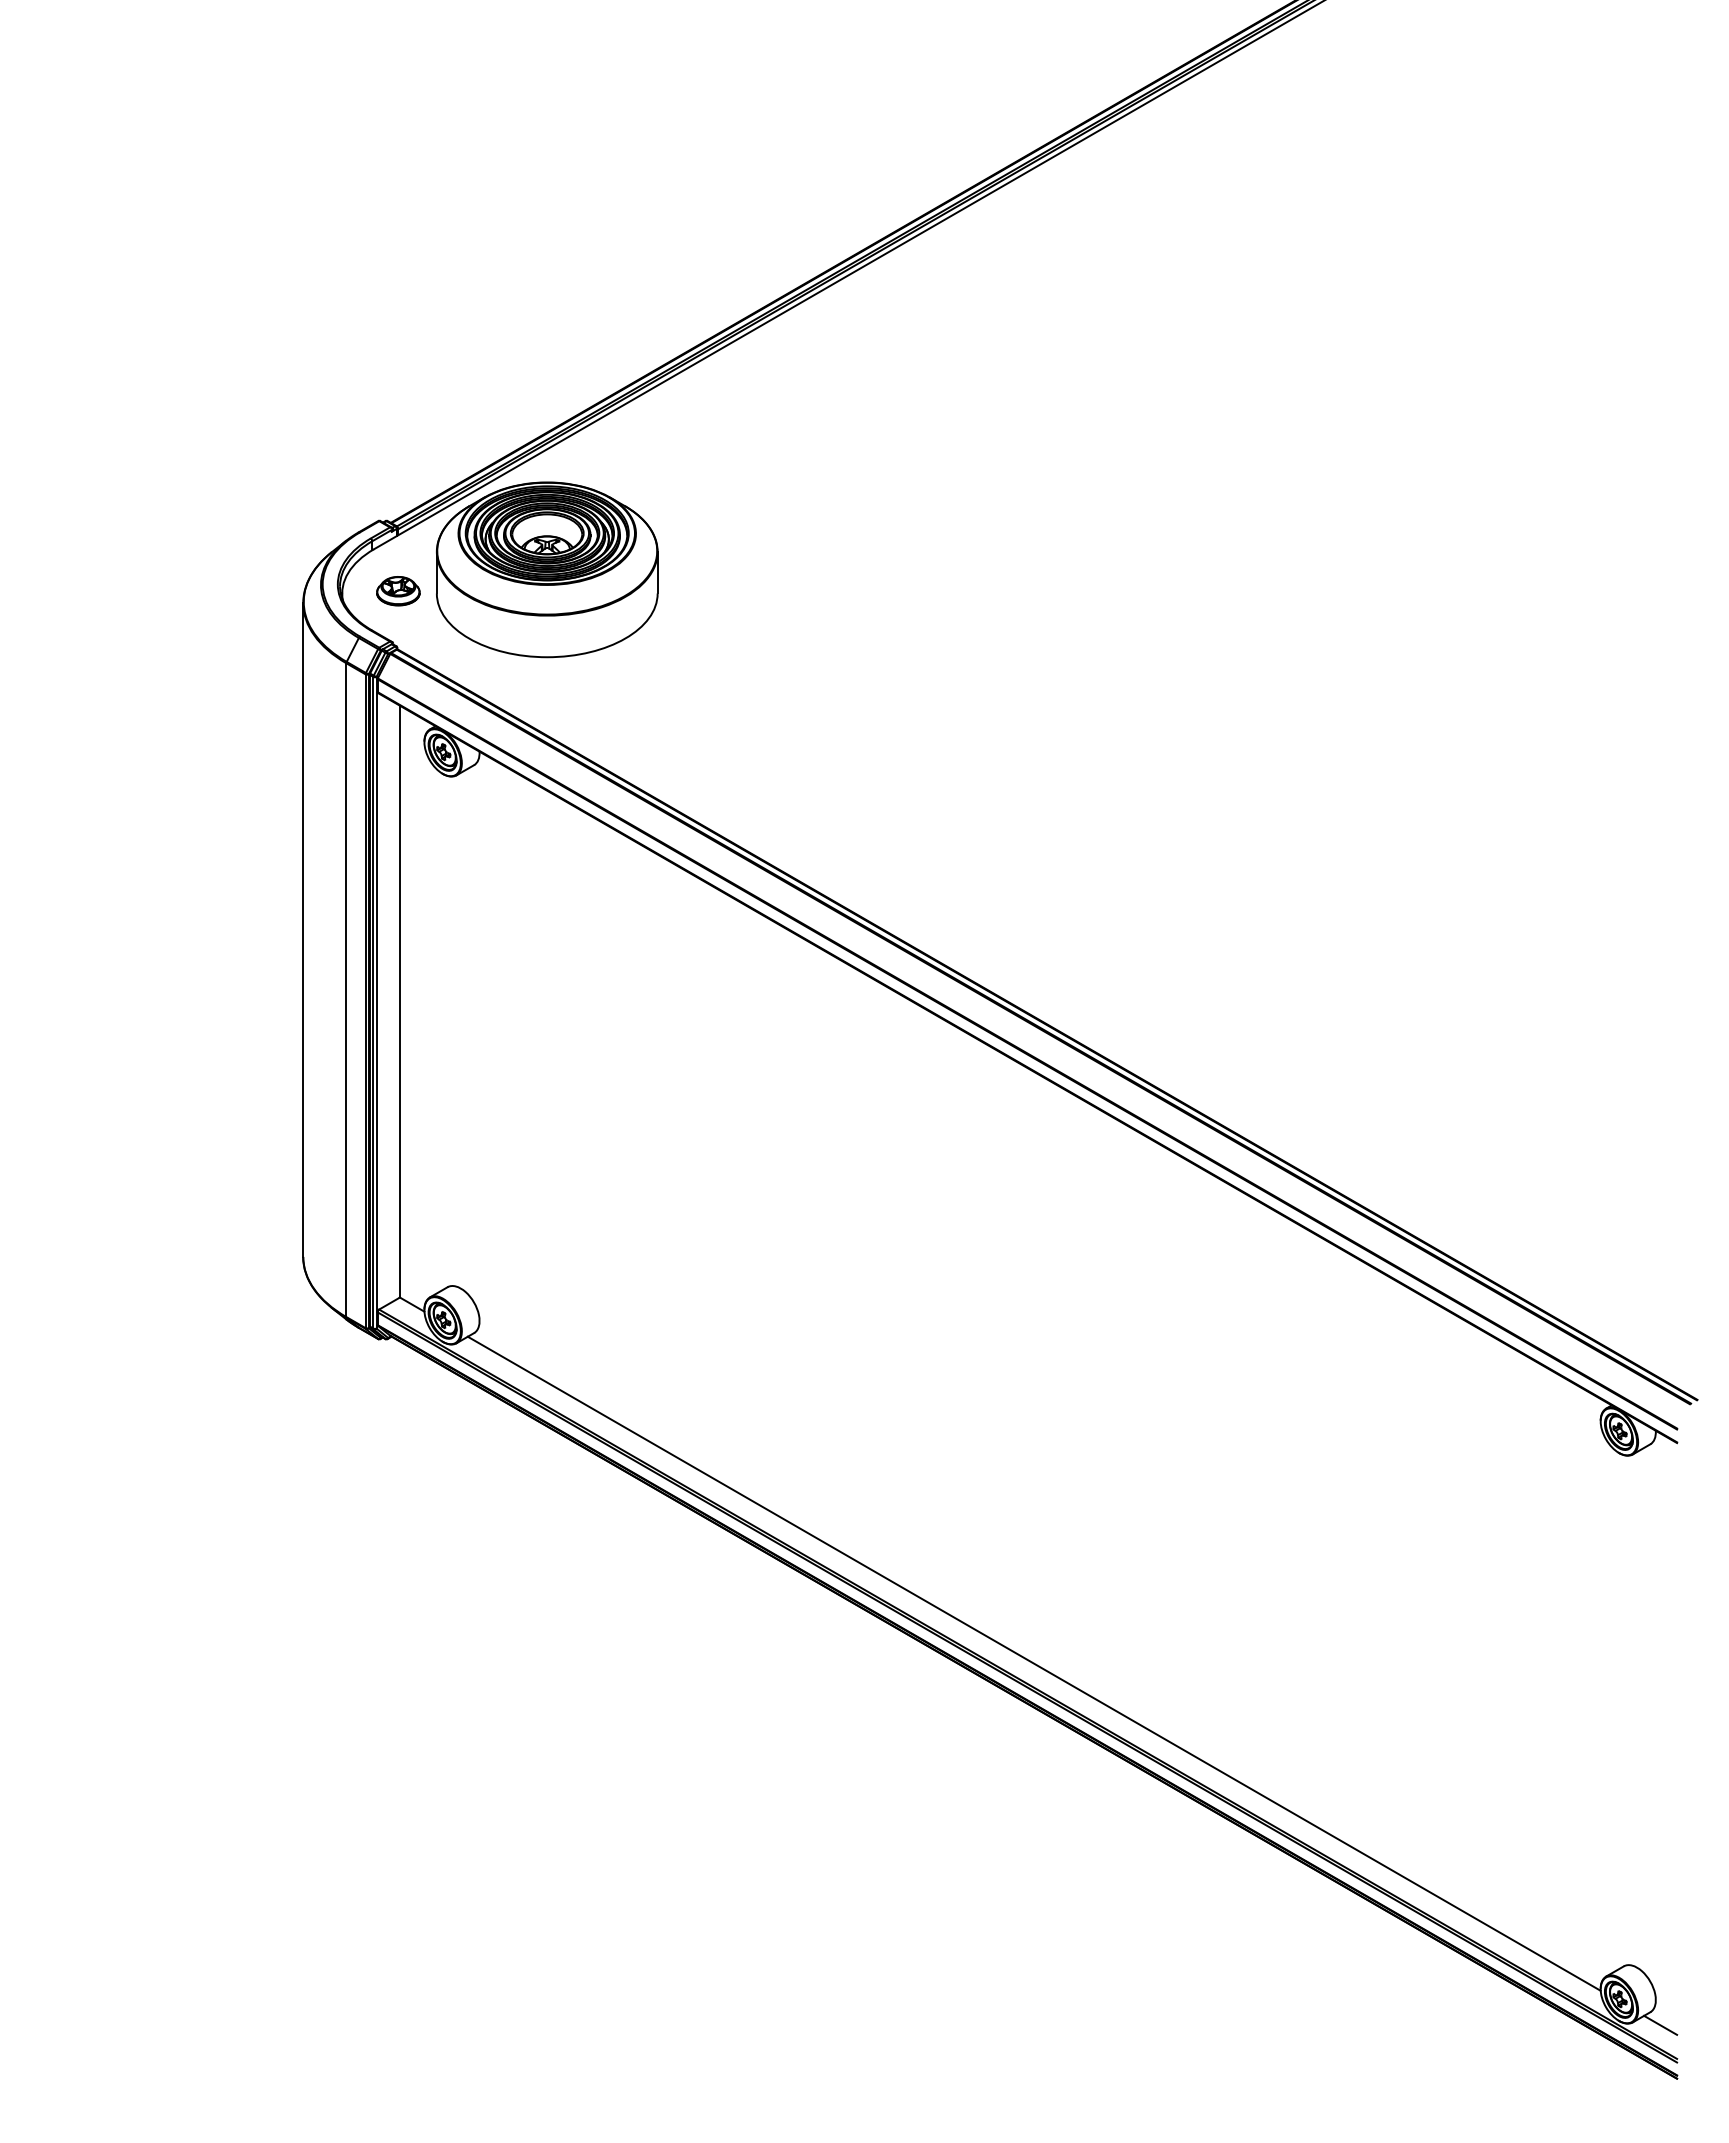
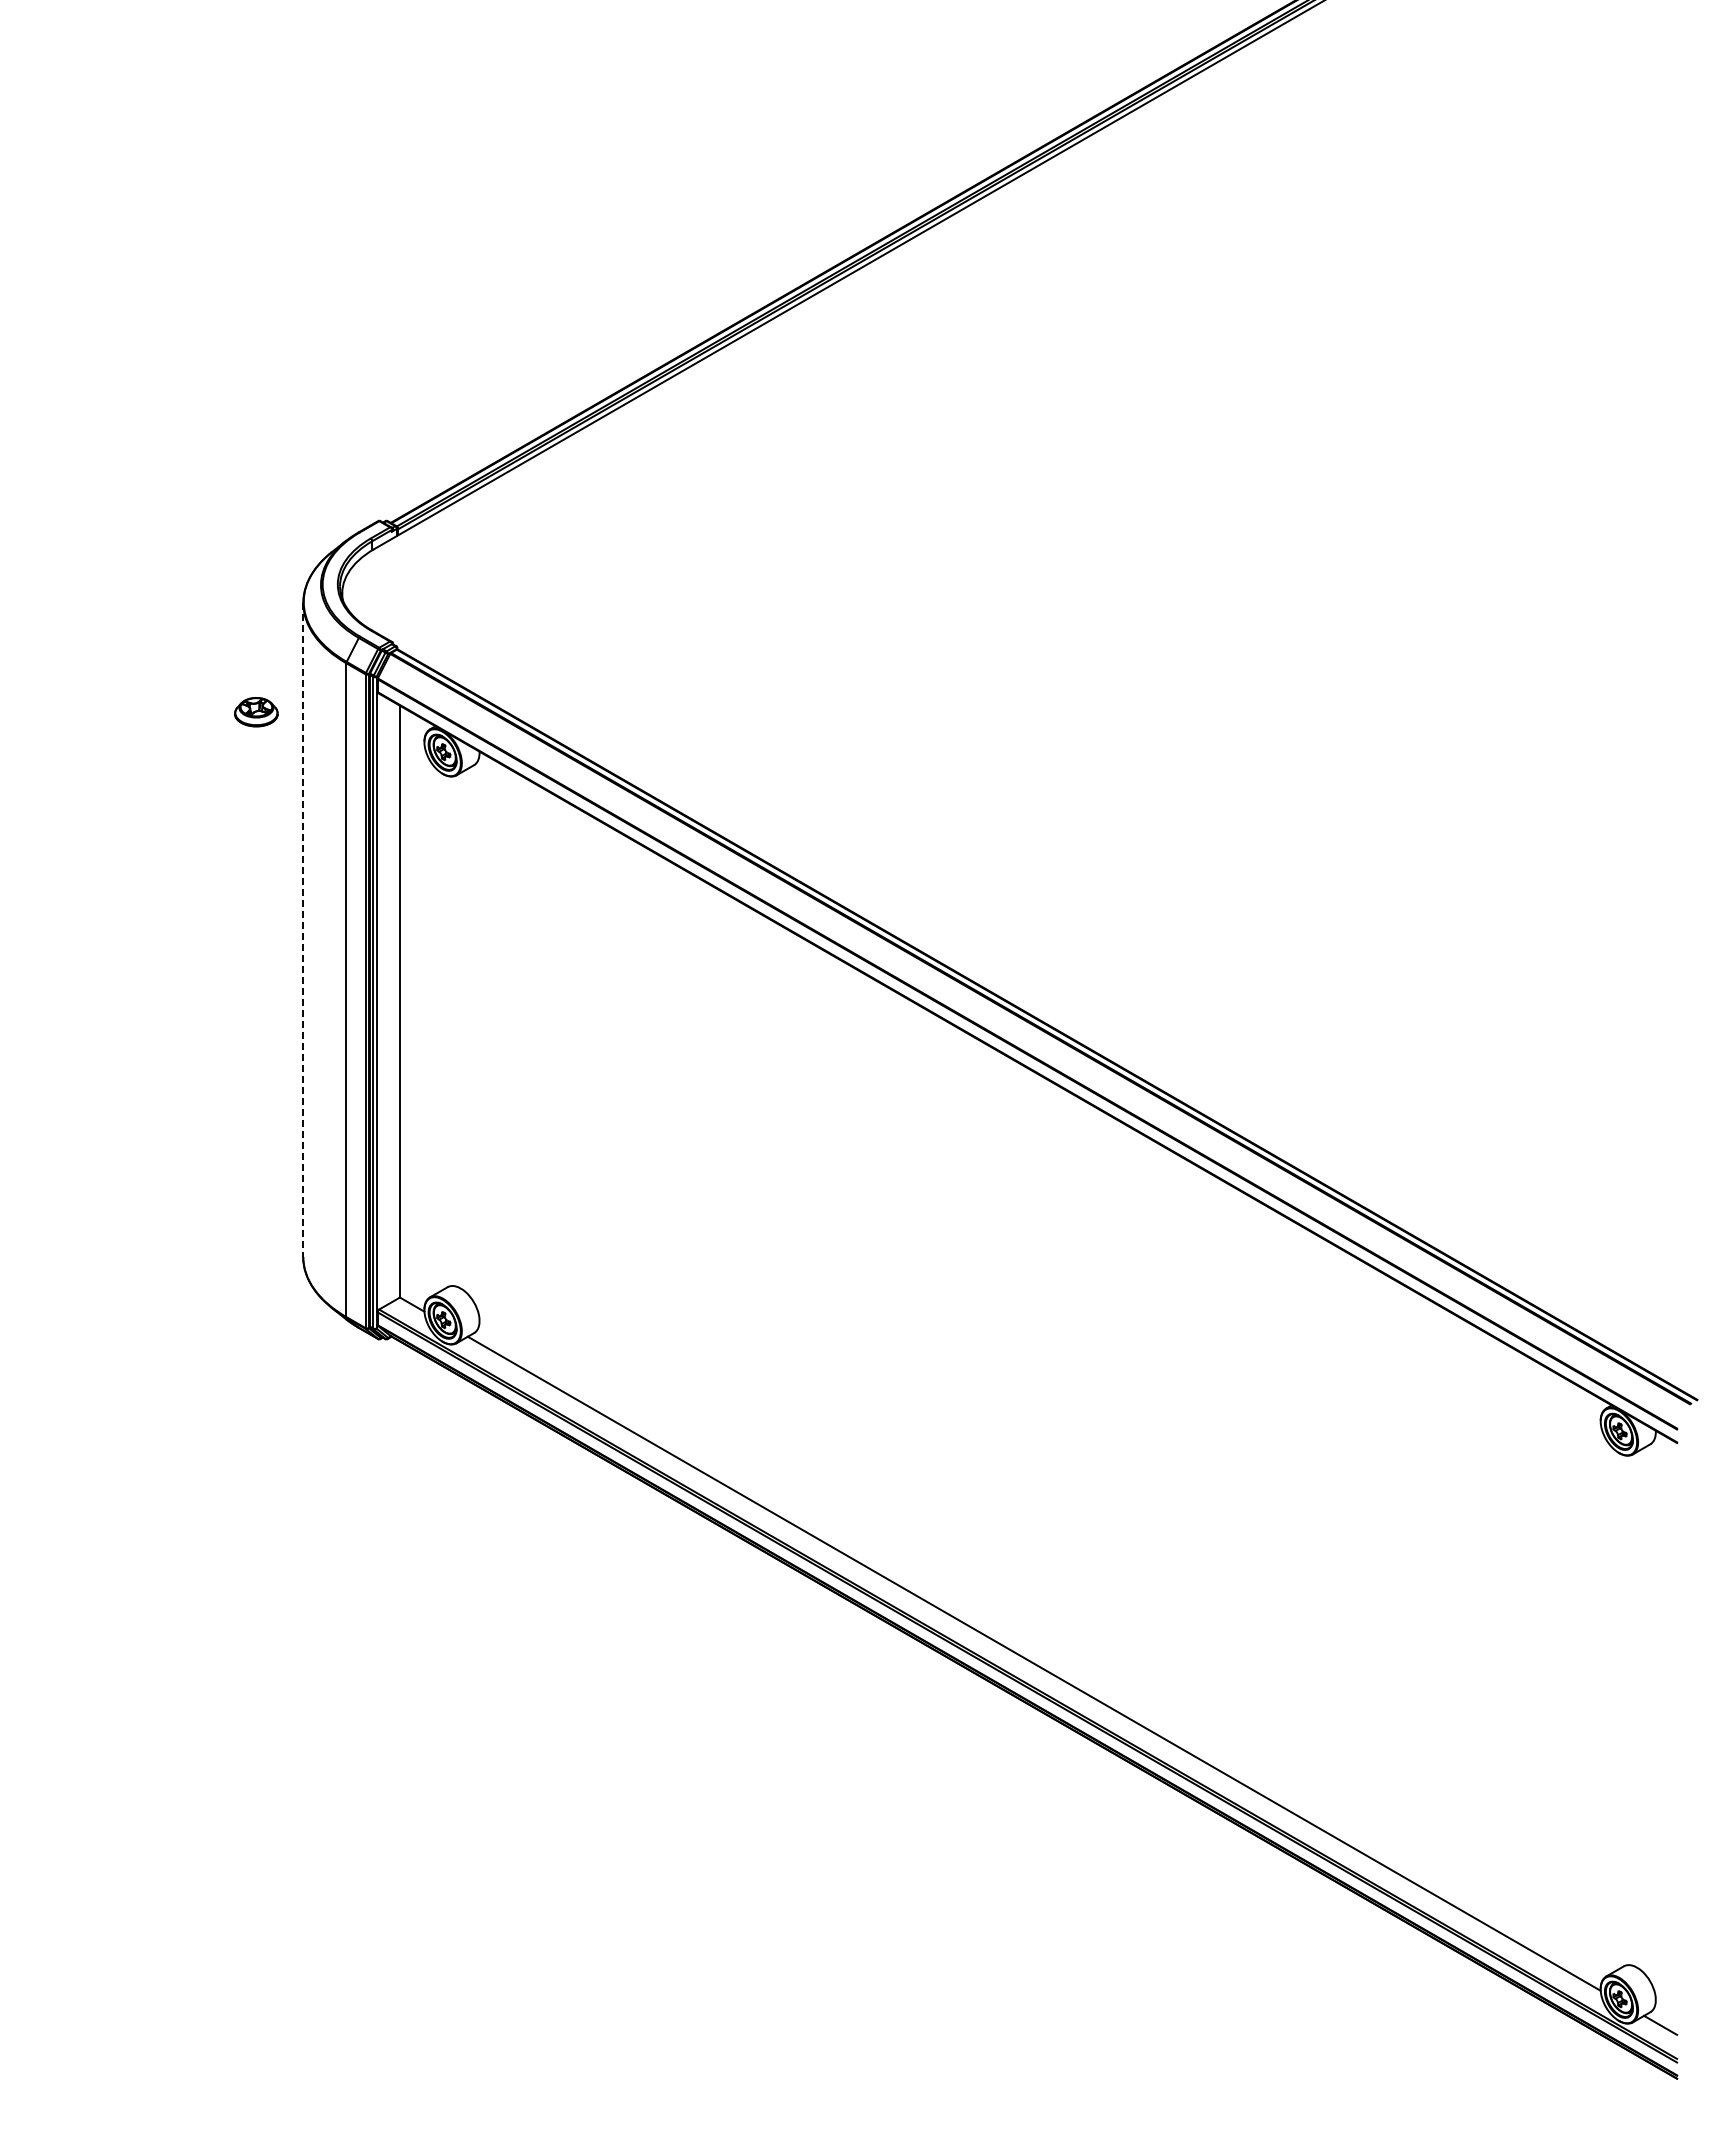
part at (547, 569): present -> none
part at (398, 591) position: (398, 591) -> (256, 712)
line at (303, 930): solid -> dashed
